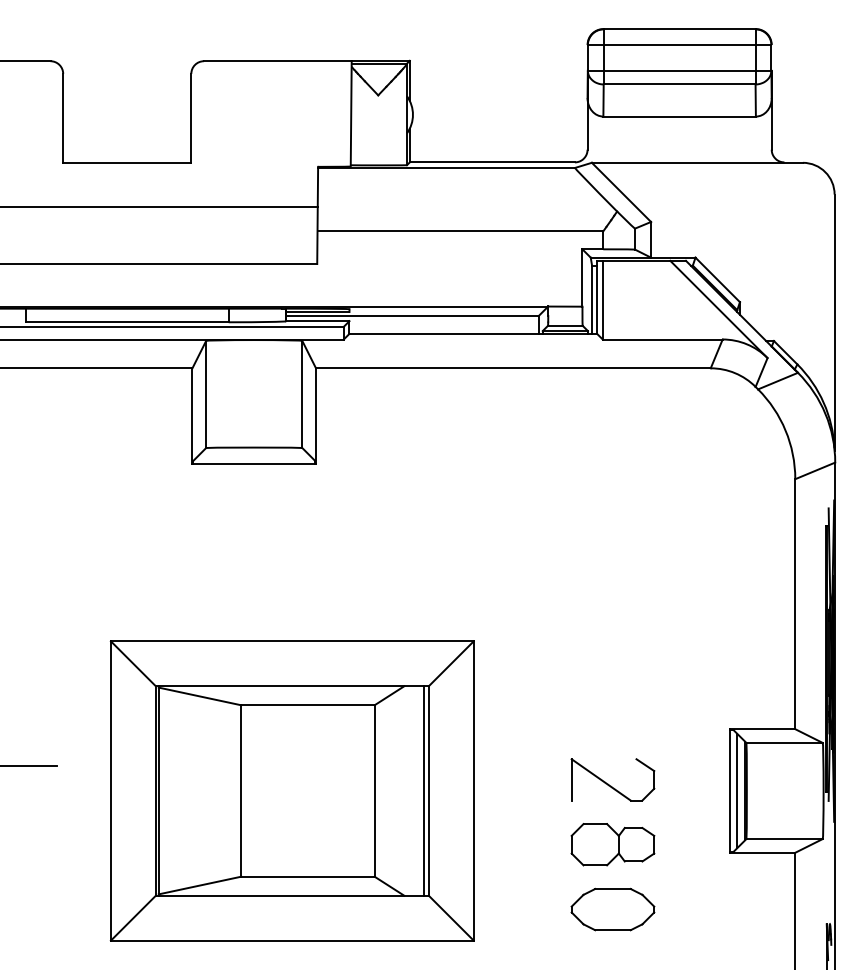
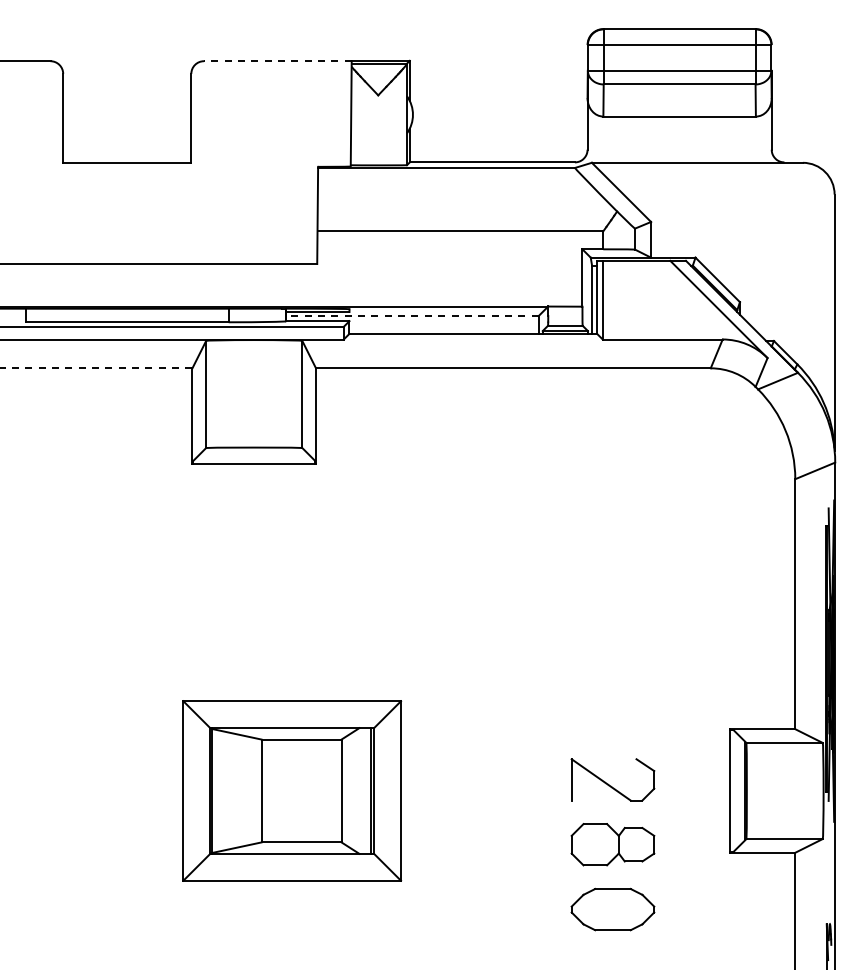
line at (277, 61): solid -> dashed
line at (159, 206): present -> none
line at (411, 316): solid -> dashed
line at (96, 368): solid -> dashed
line at (29, 765): present -> none
part at (291, 790) size: 366x302 px -> 221x182 px
line at (737, 790): present -> none
